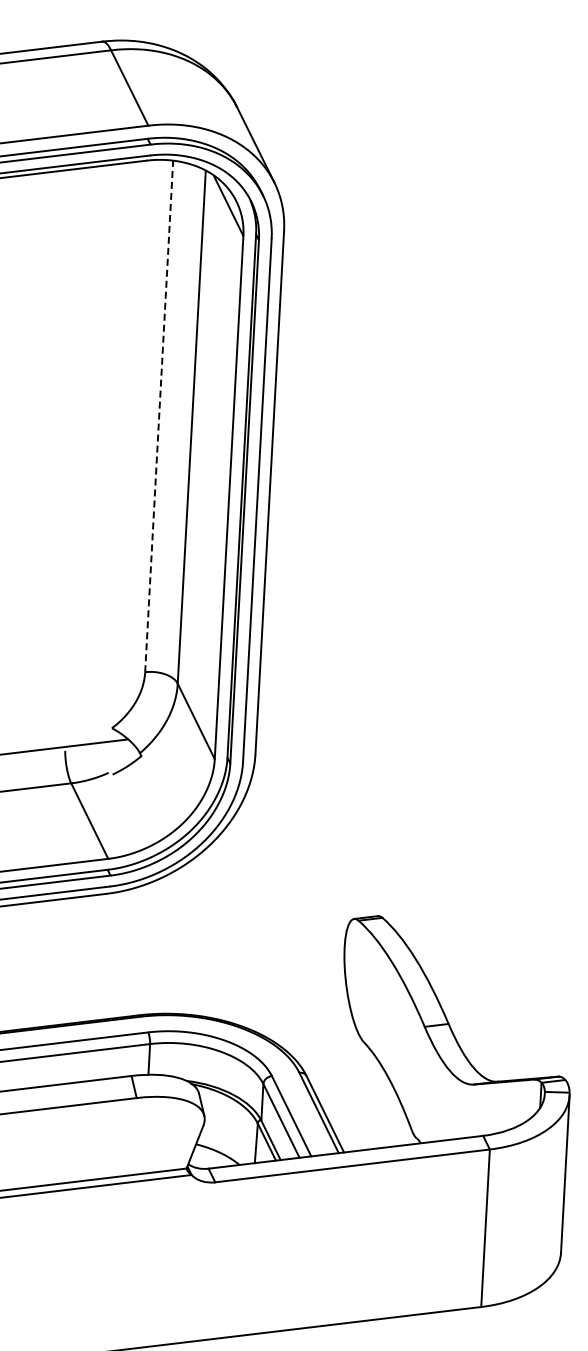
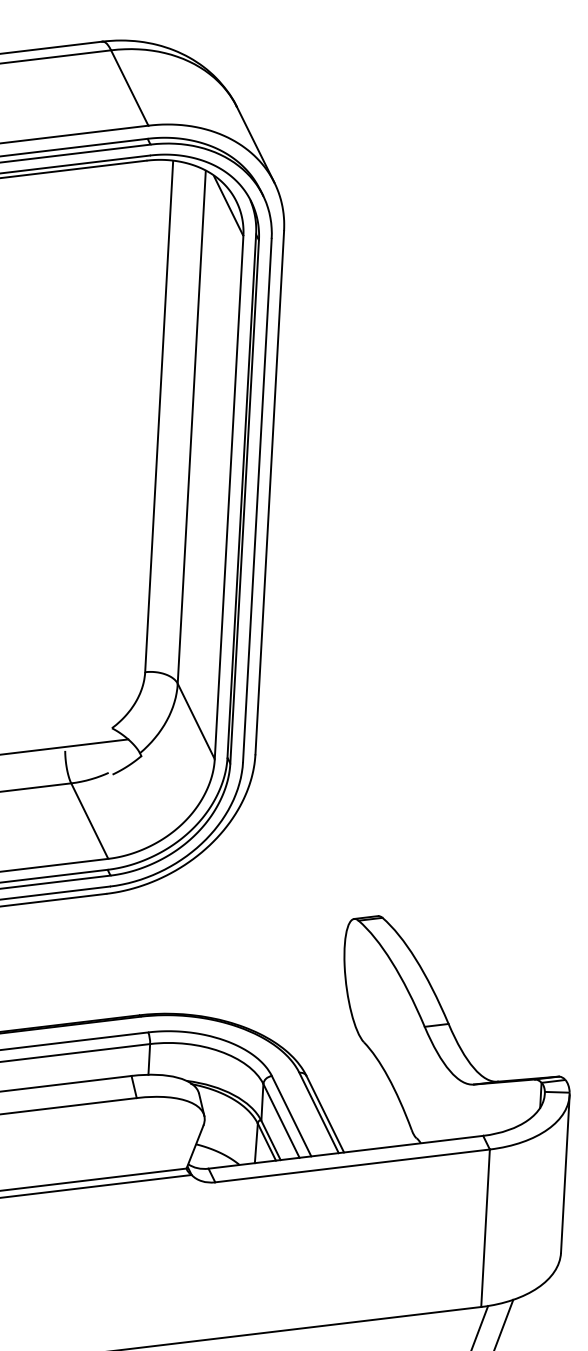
line at (159, 416): dashed -> solid
line at (504, 1323): none -> present
line at (480, 1326): none -> present
